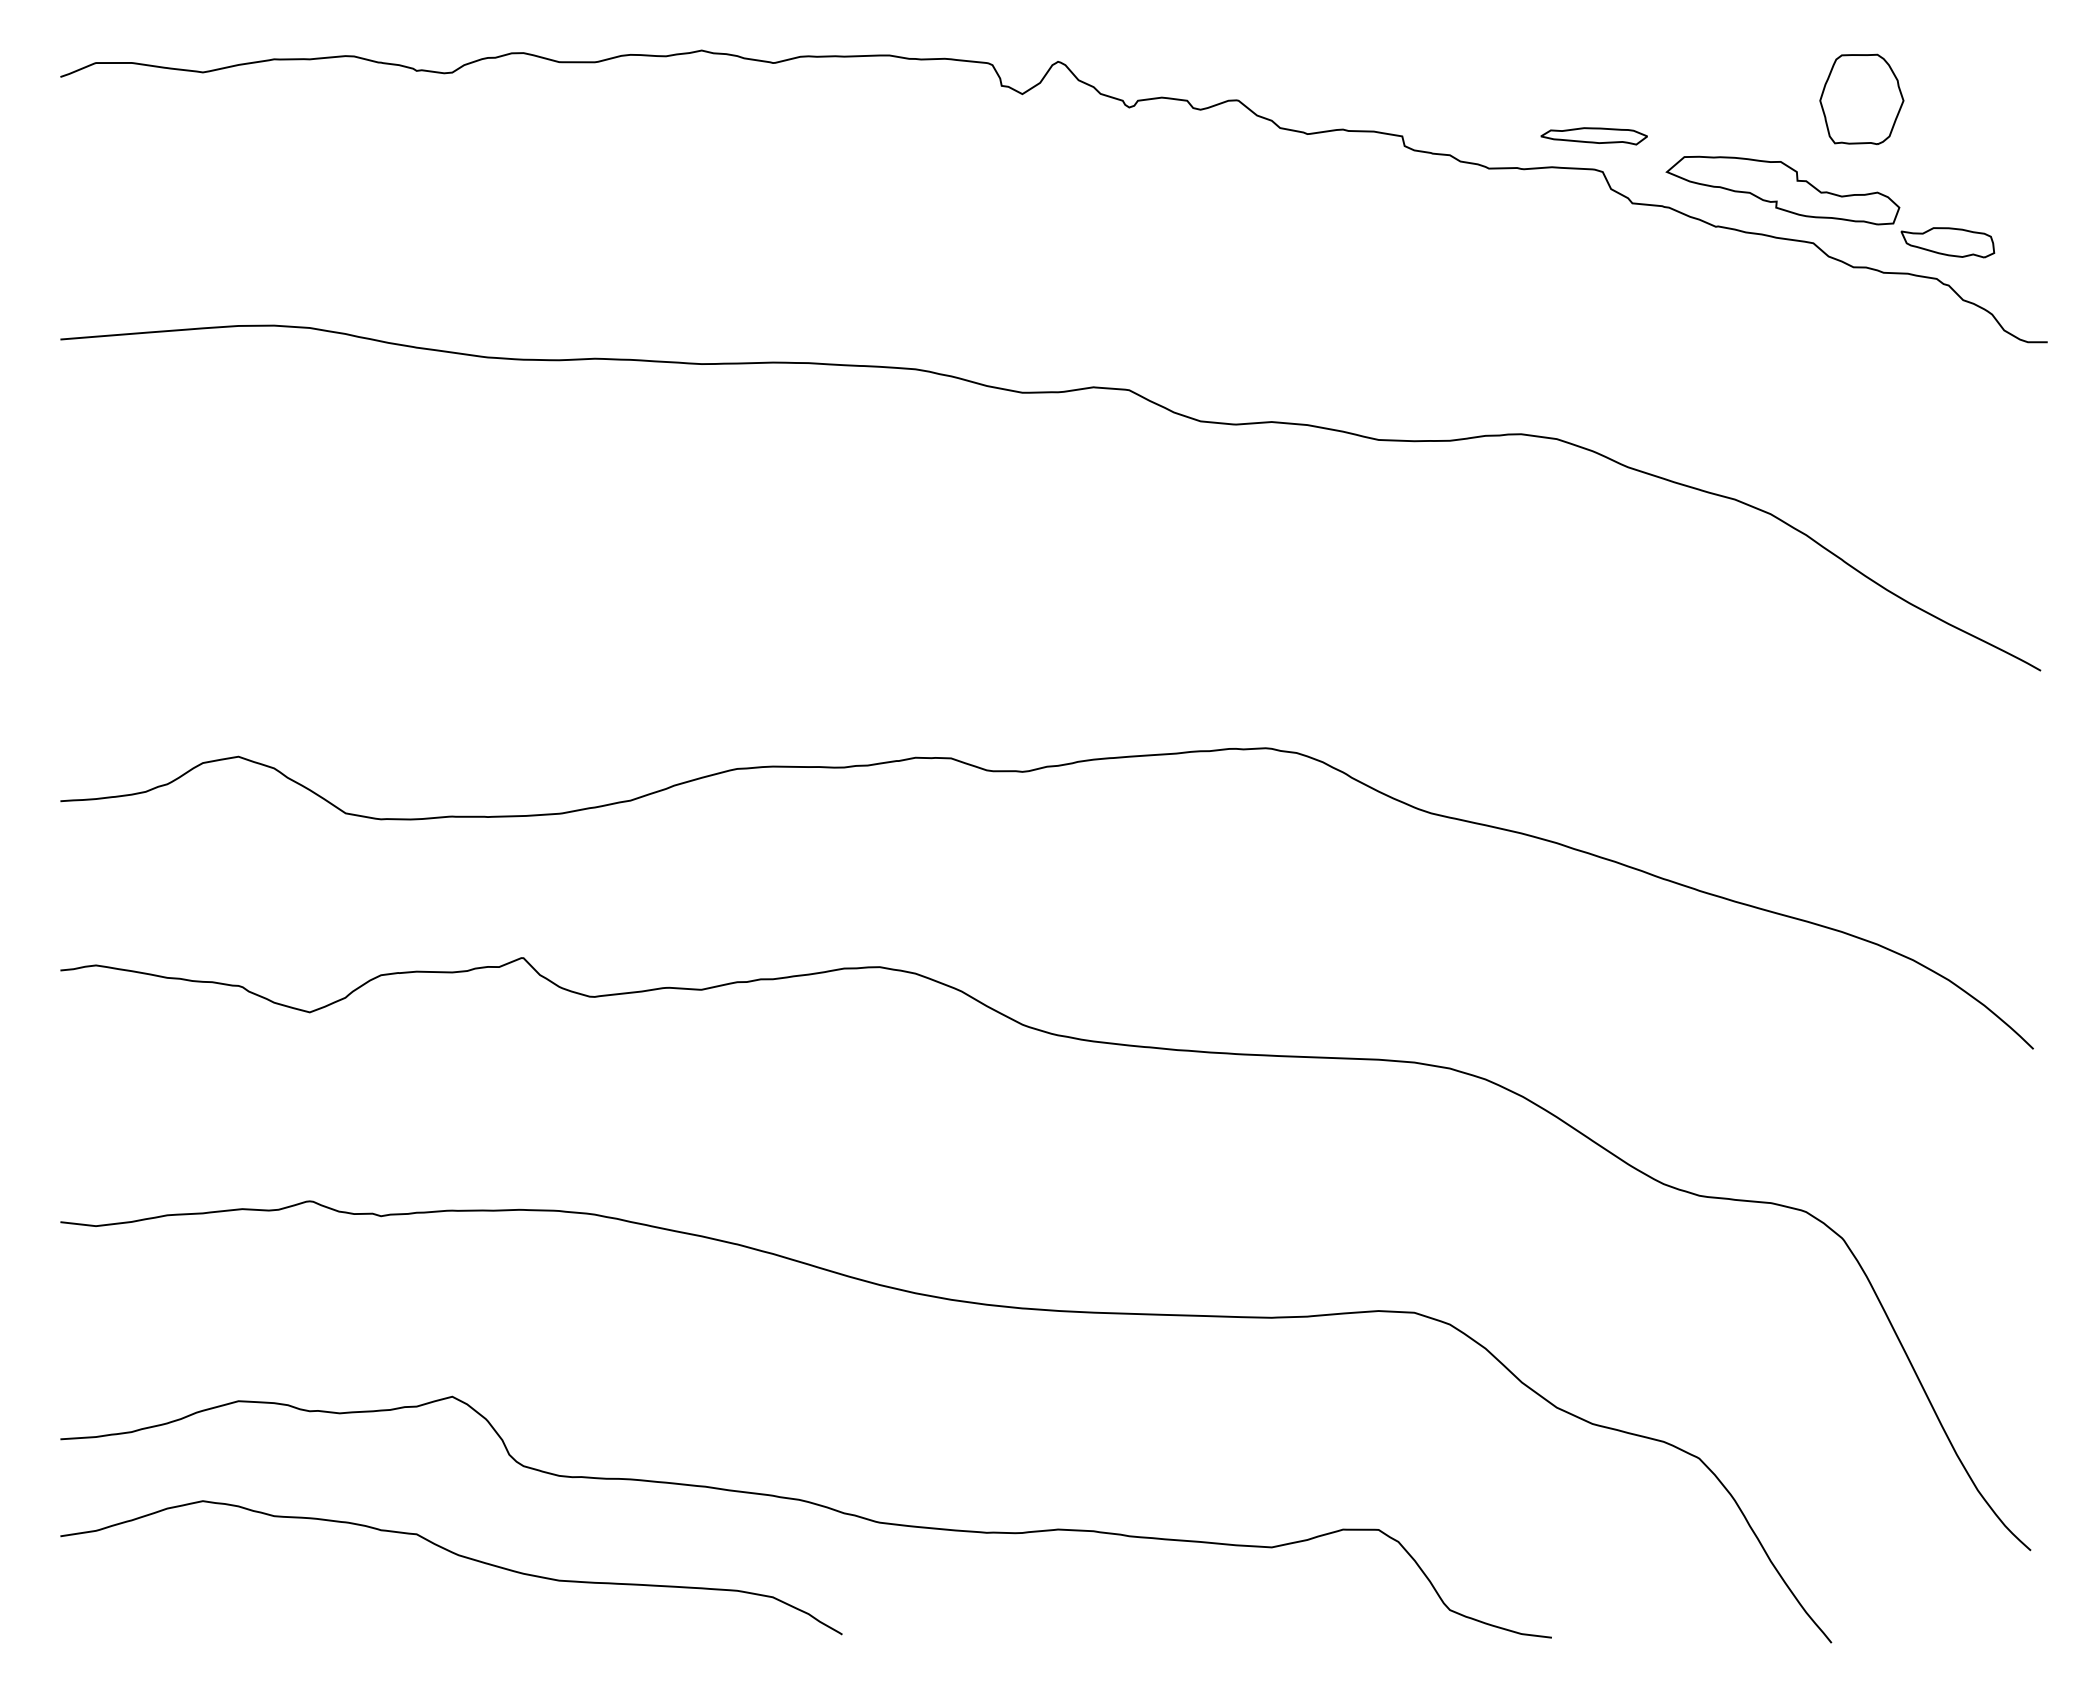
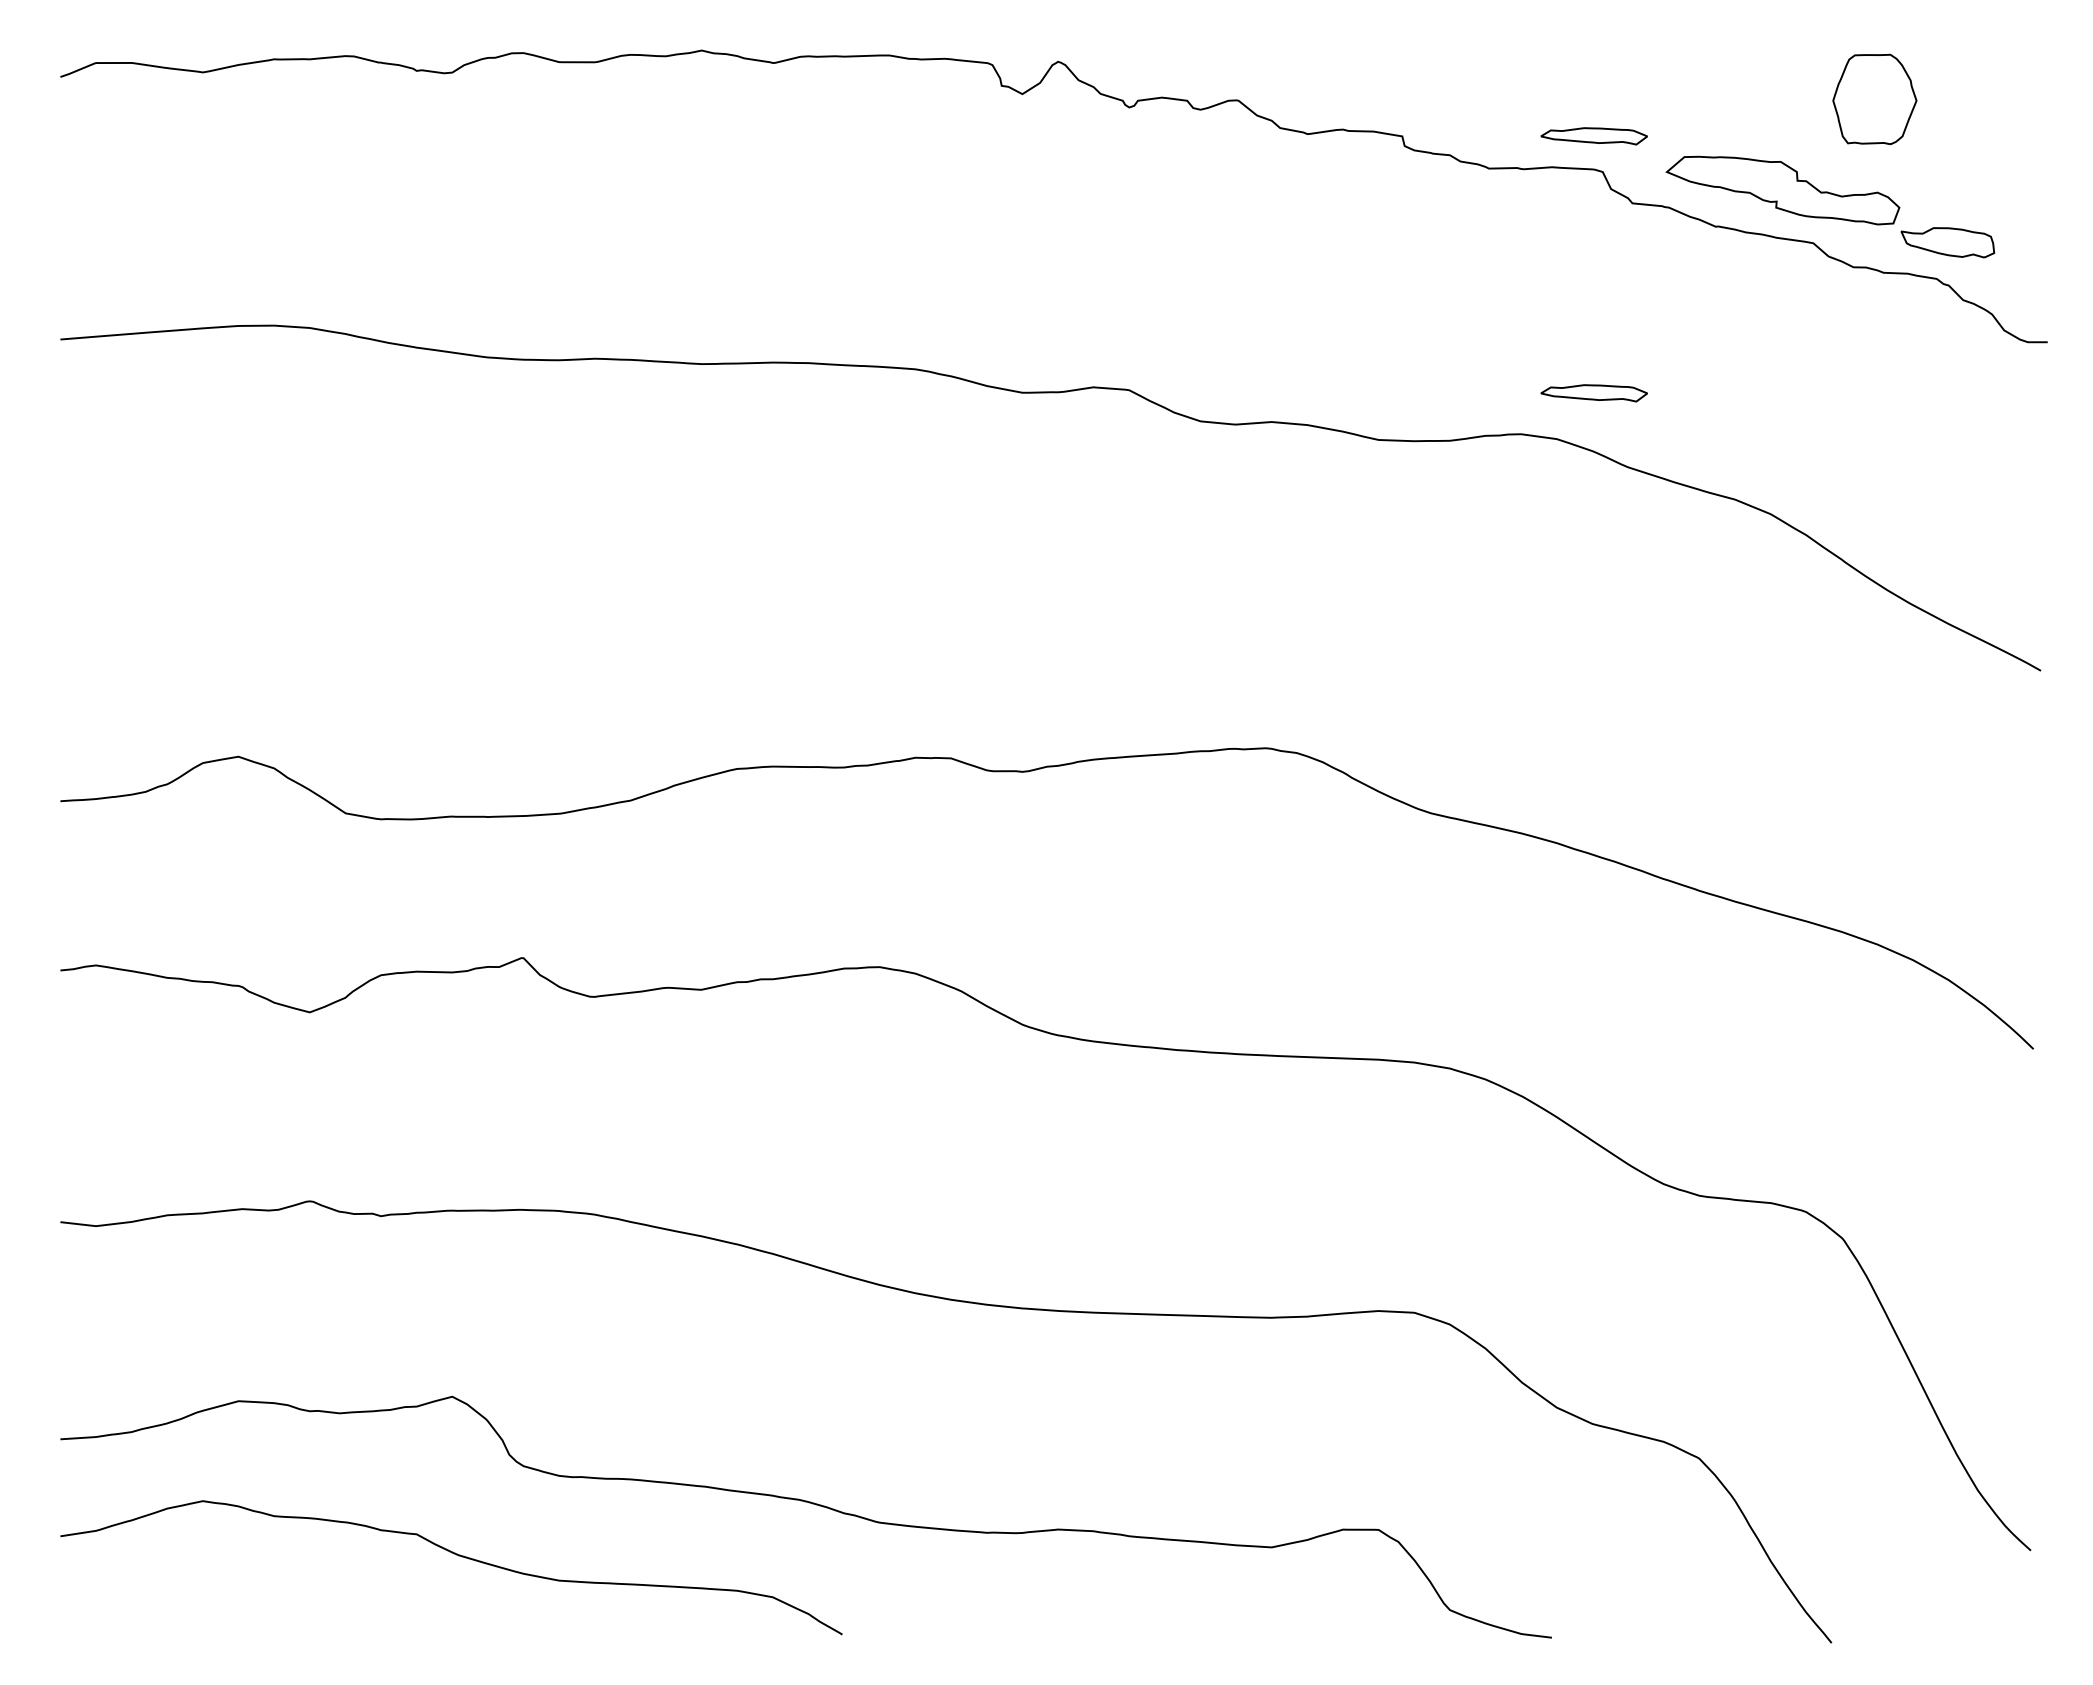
part at (1861, 99) position: (1861, 99) -> (1874, 99)
part at (1593, 393): none -> present
